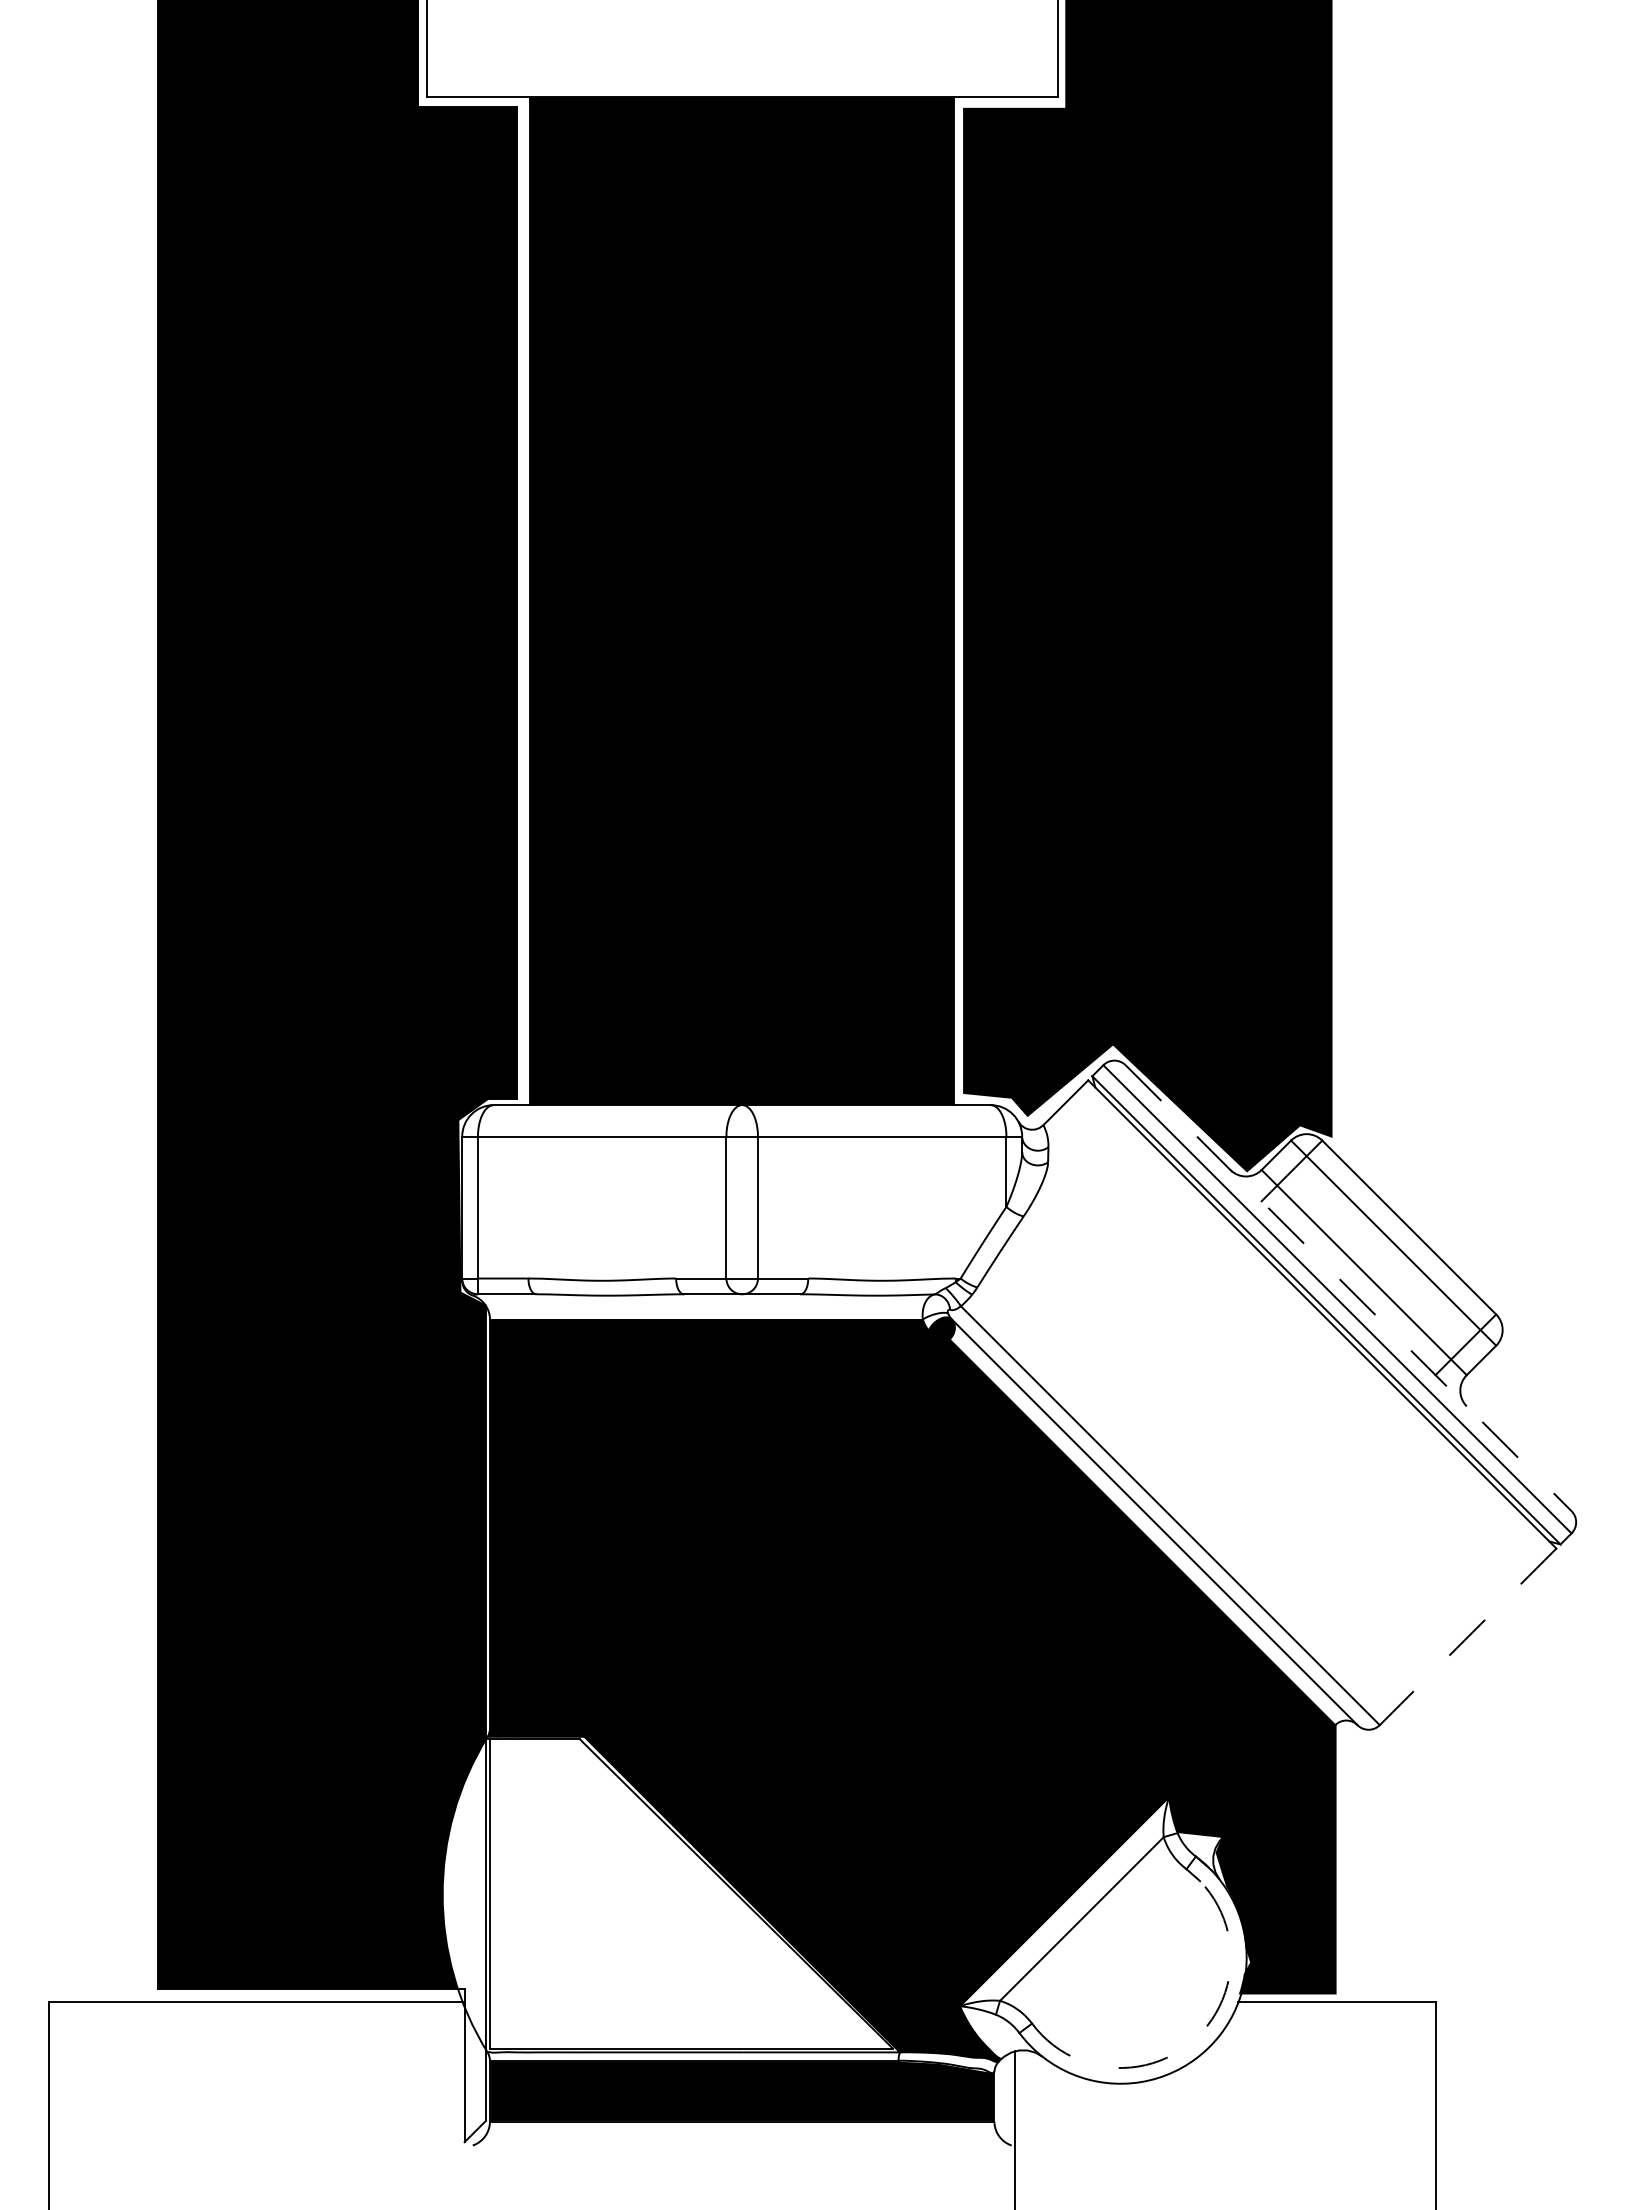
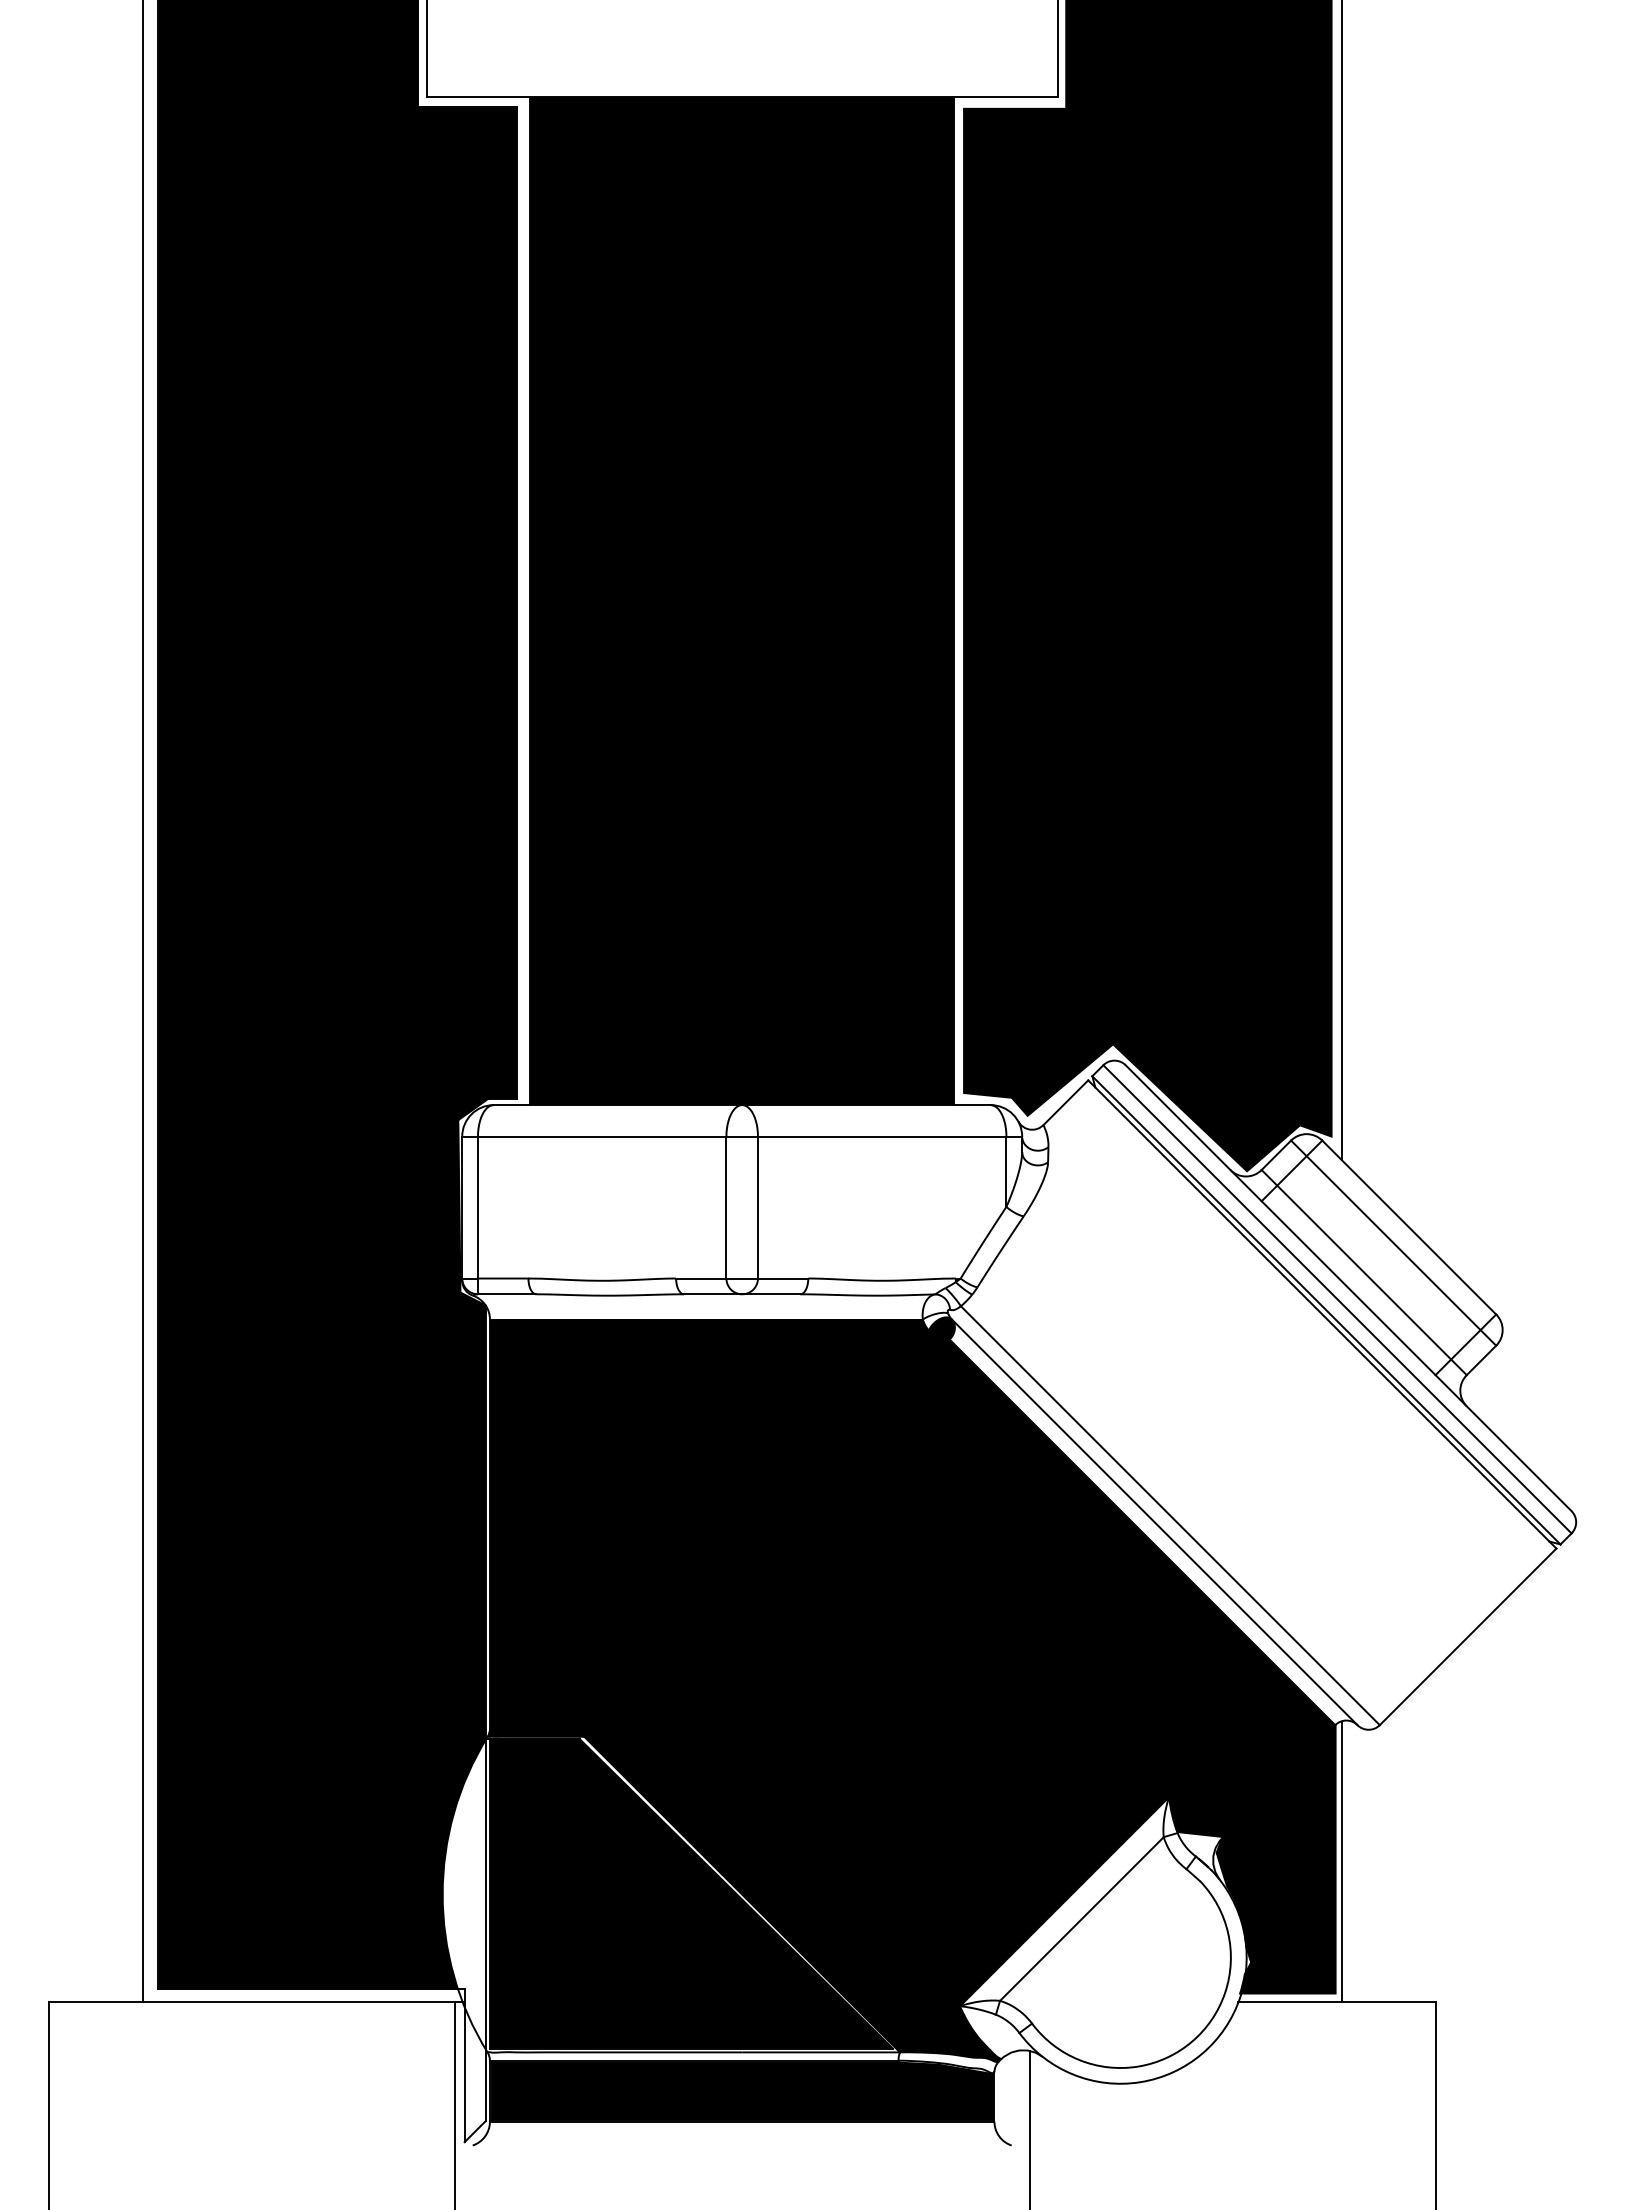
line at (1341, 580): none -> present
line at (143, 1002): none -> present
line at (1348, 1288): dashed -> solid
line at (1468, 1636): dashed -> solid
line at (1341, 1861): none -> present
fill at (690, 1893): none -> present
arc at (1191, 2041): dashed -> solid
line at (455, 2104): none -> present
line at (1014, 2128) position: (1014, 2128) -> (1029, 2128)
